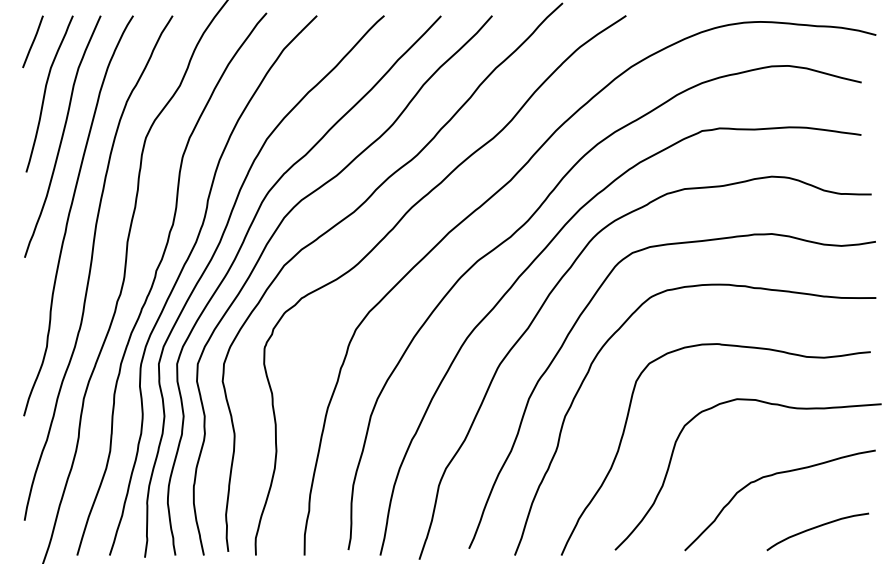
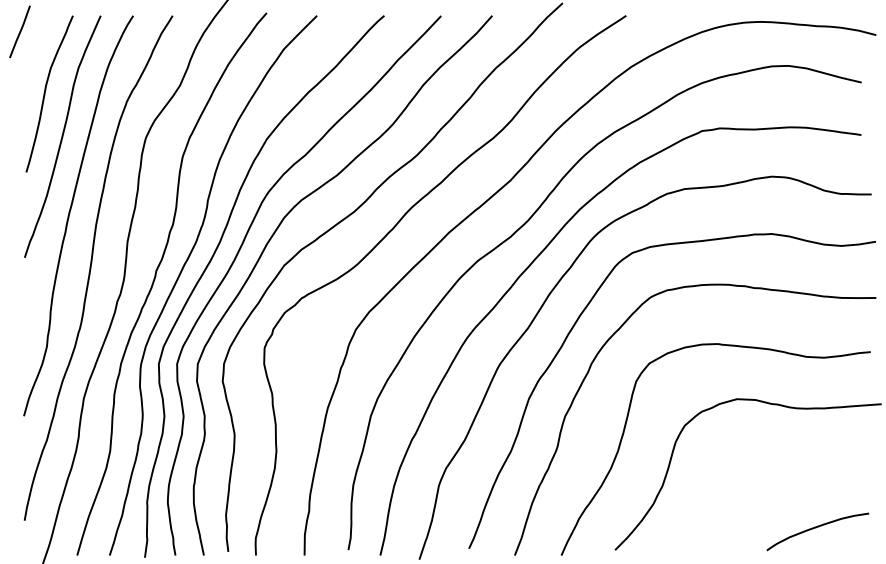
line at (32, 41) position: (32, 41) -> (19, 31)
curve at (771, 476): present -> none
